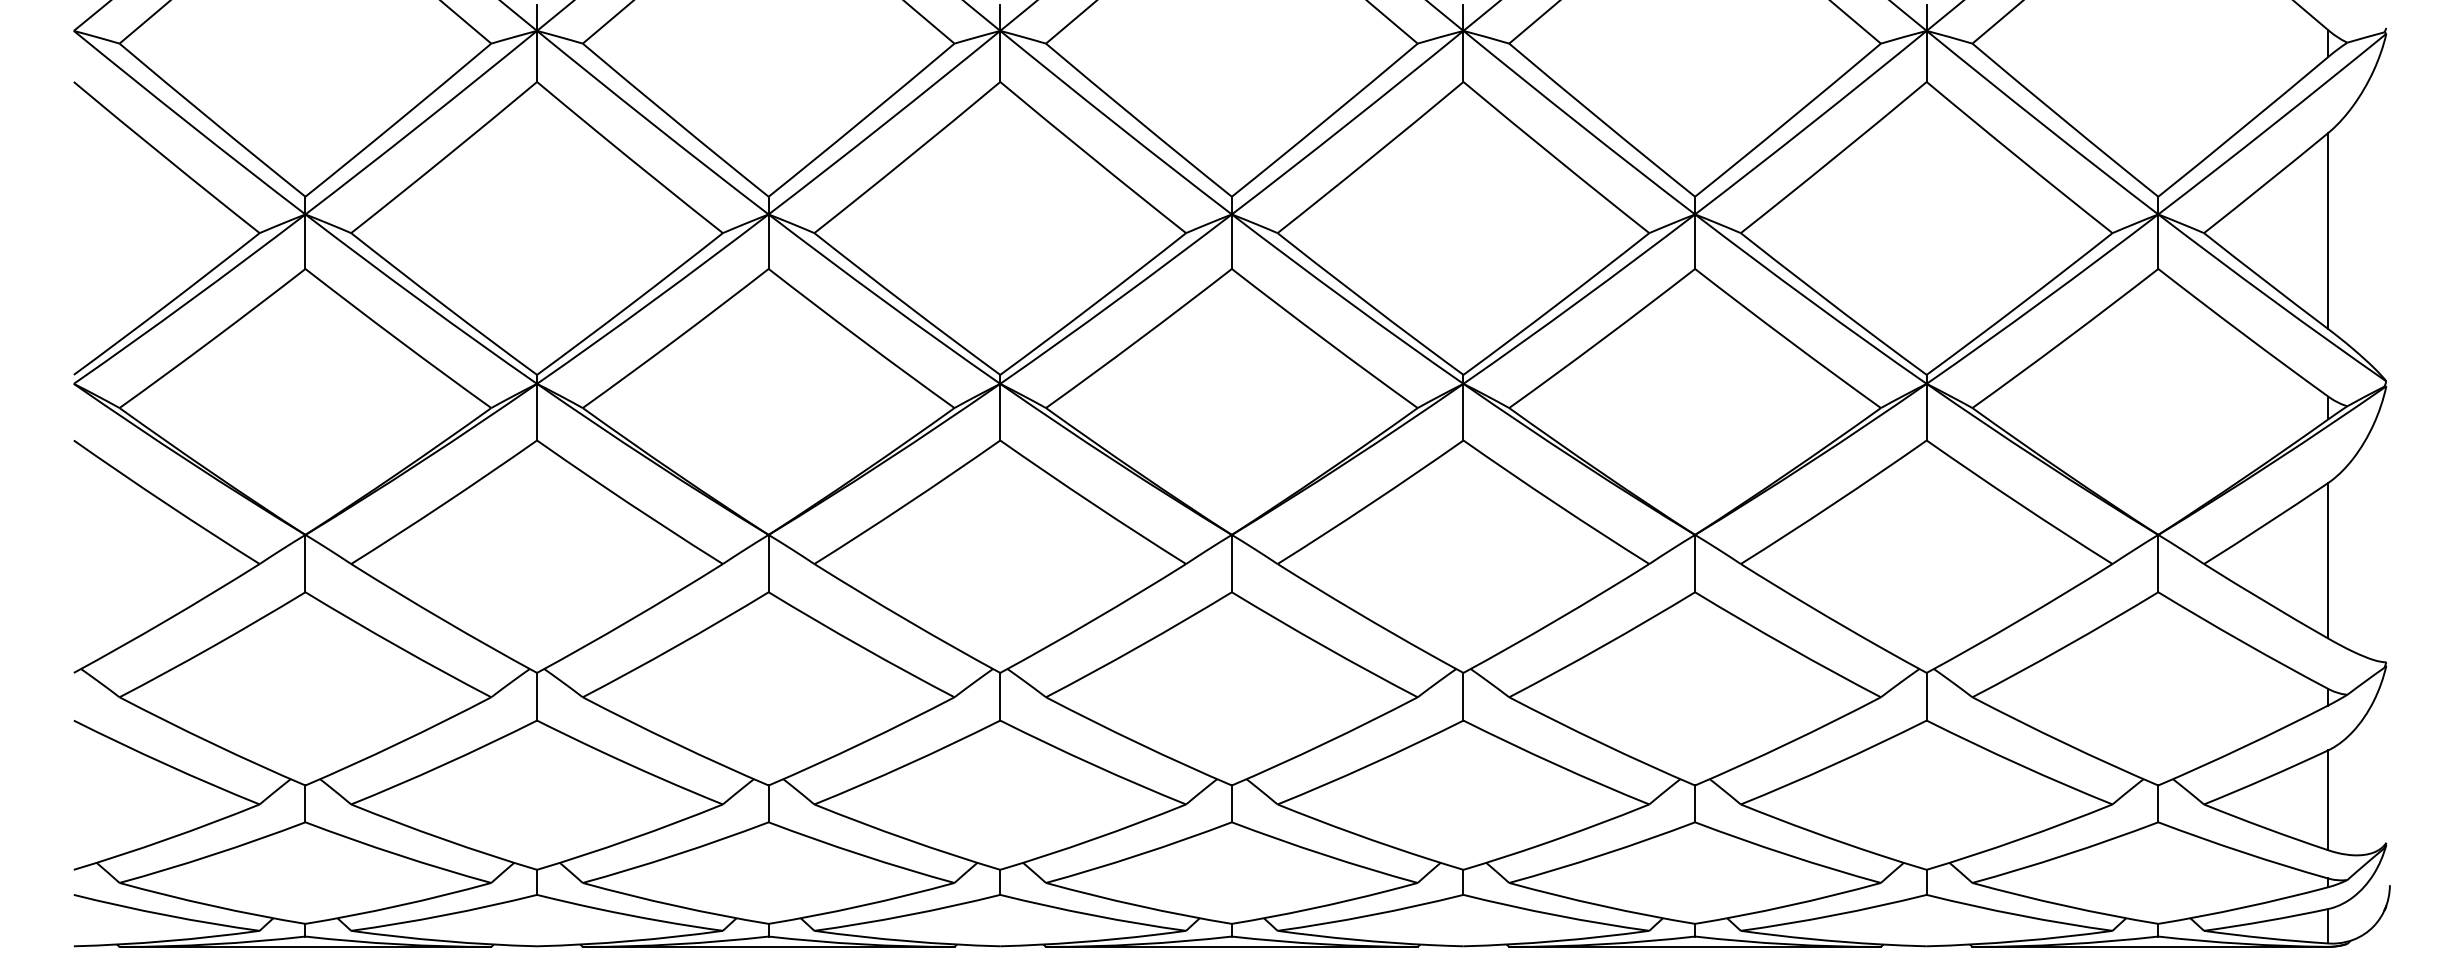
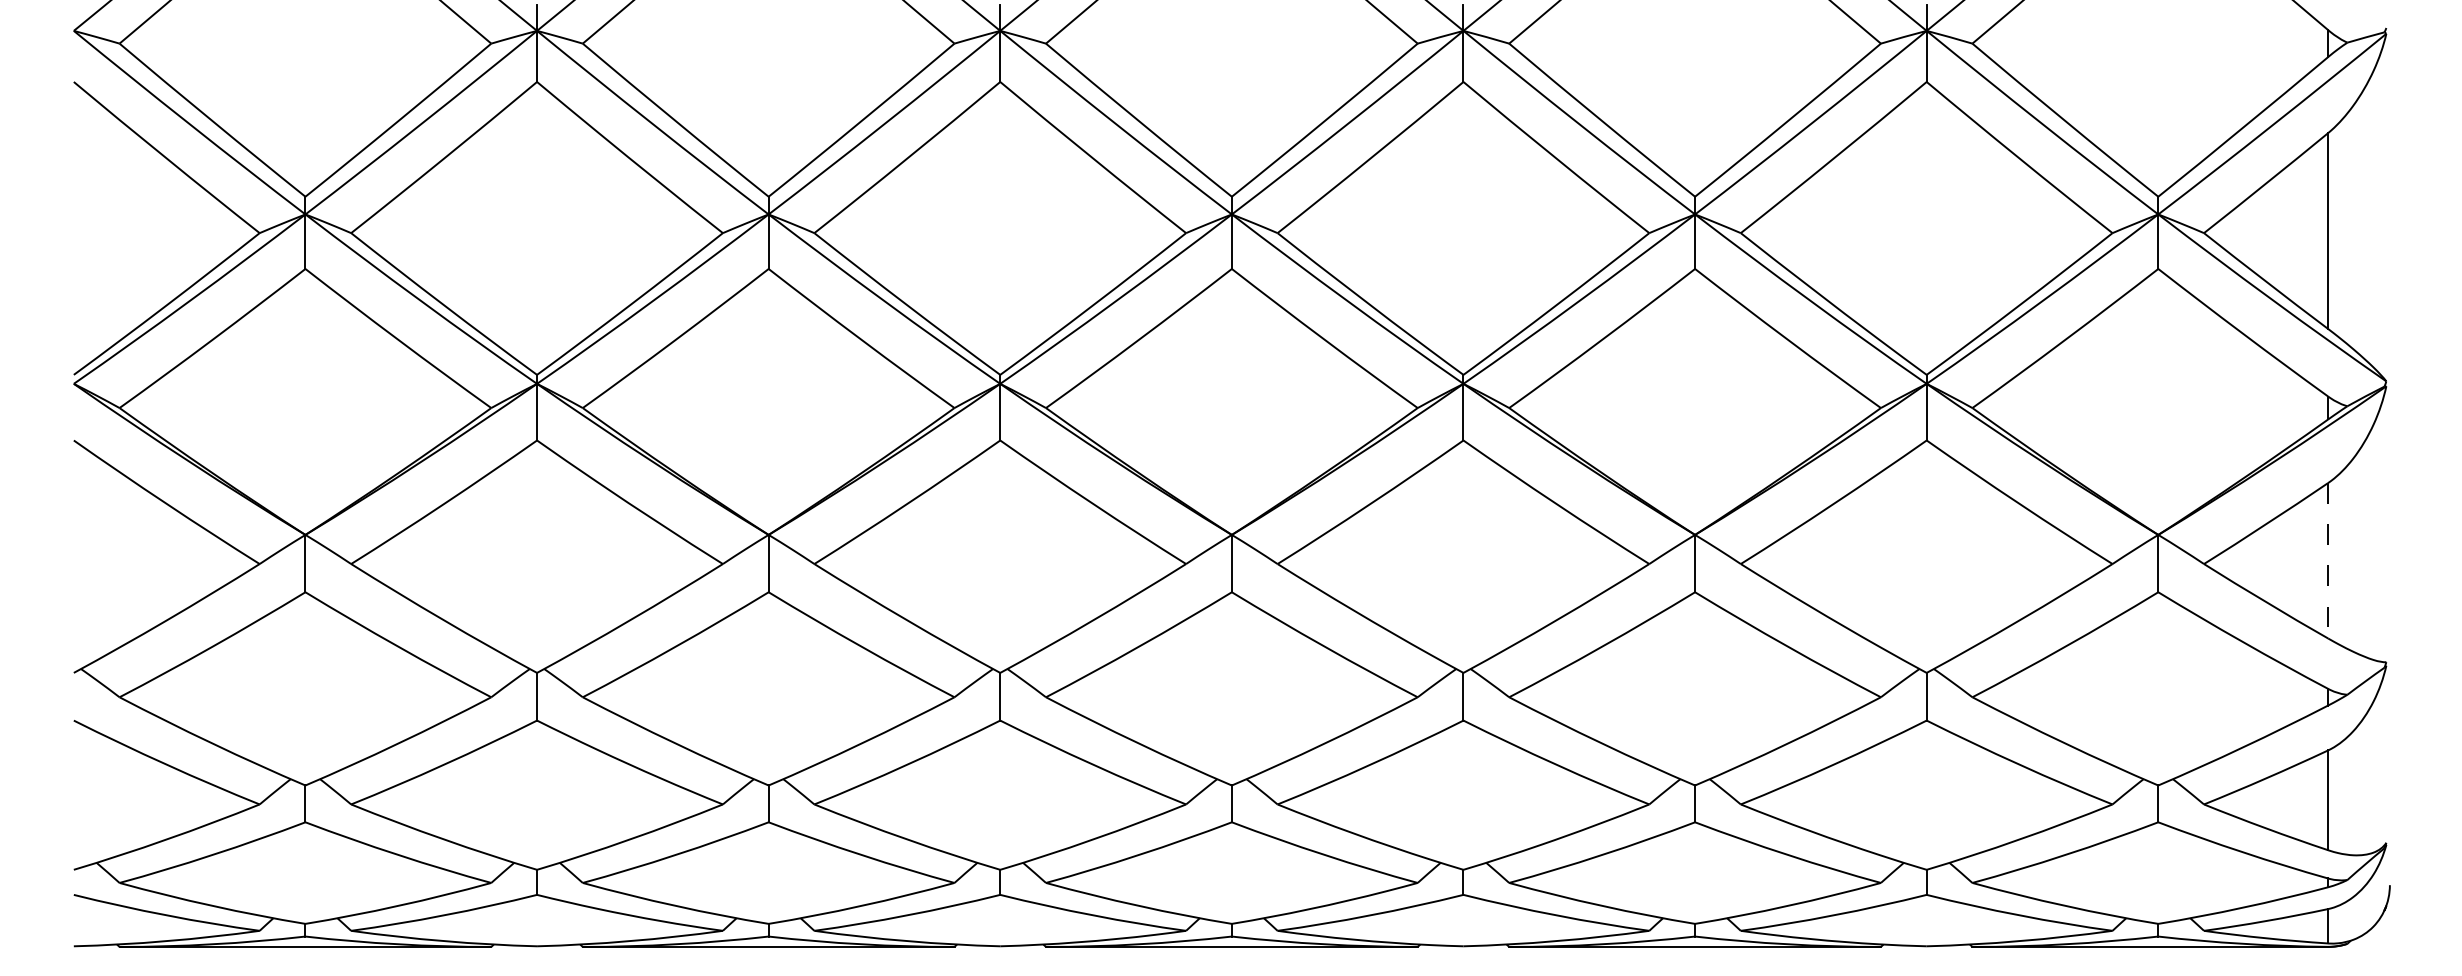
line at (2328, 560): solid -> dashed
